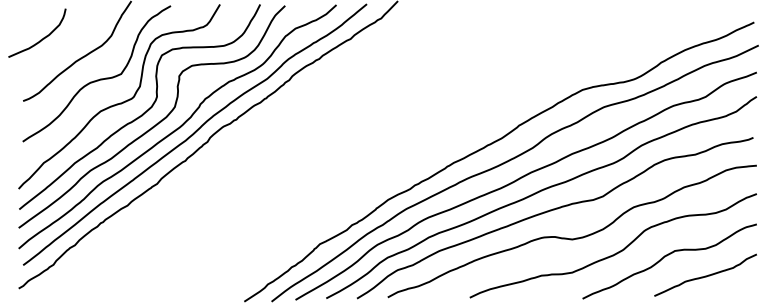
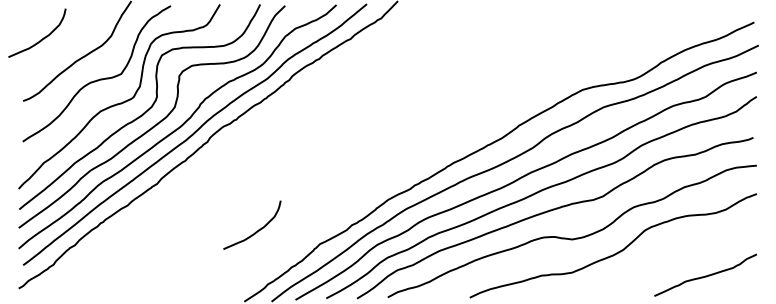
curve at (255, 231): none -> present
curve at (667, 256): present -> none
